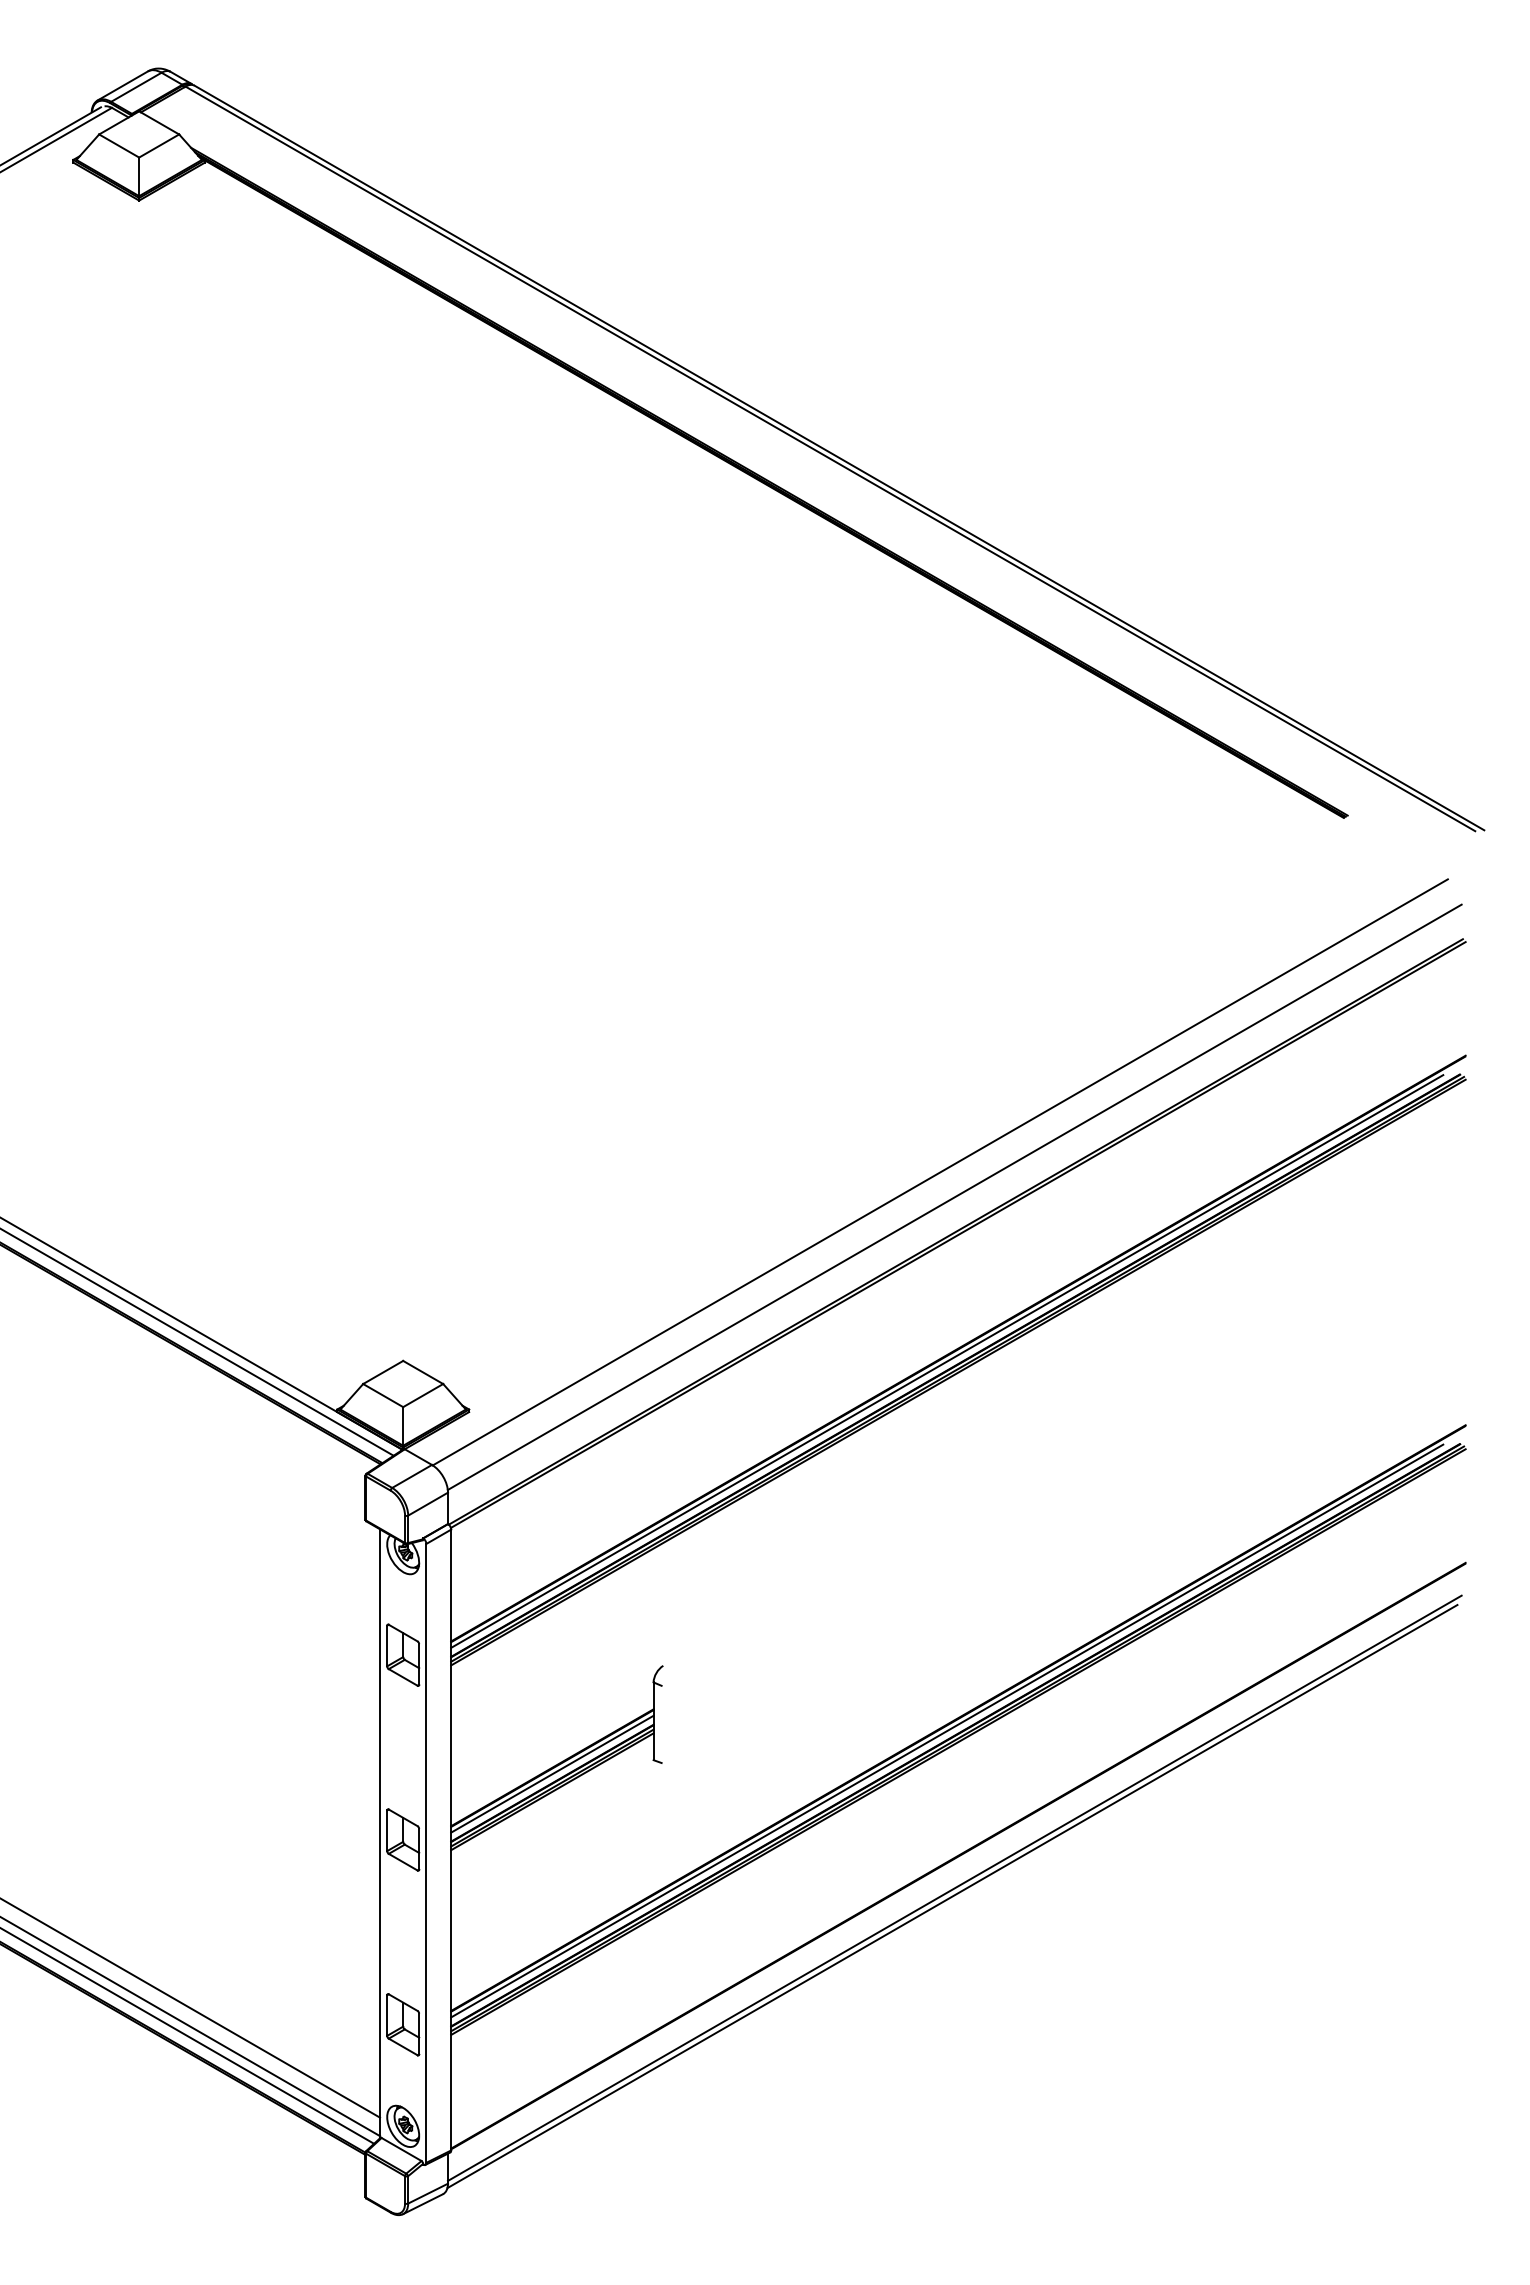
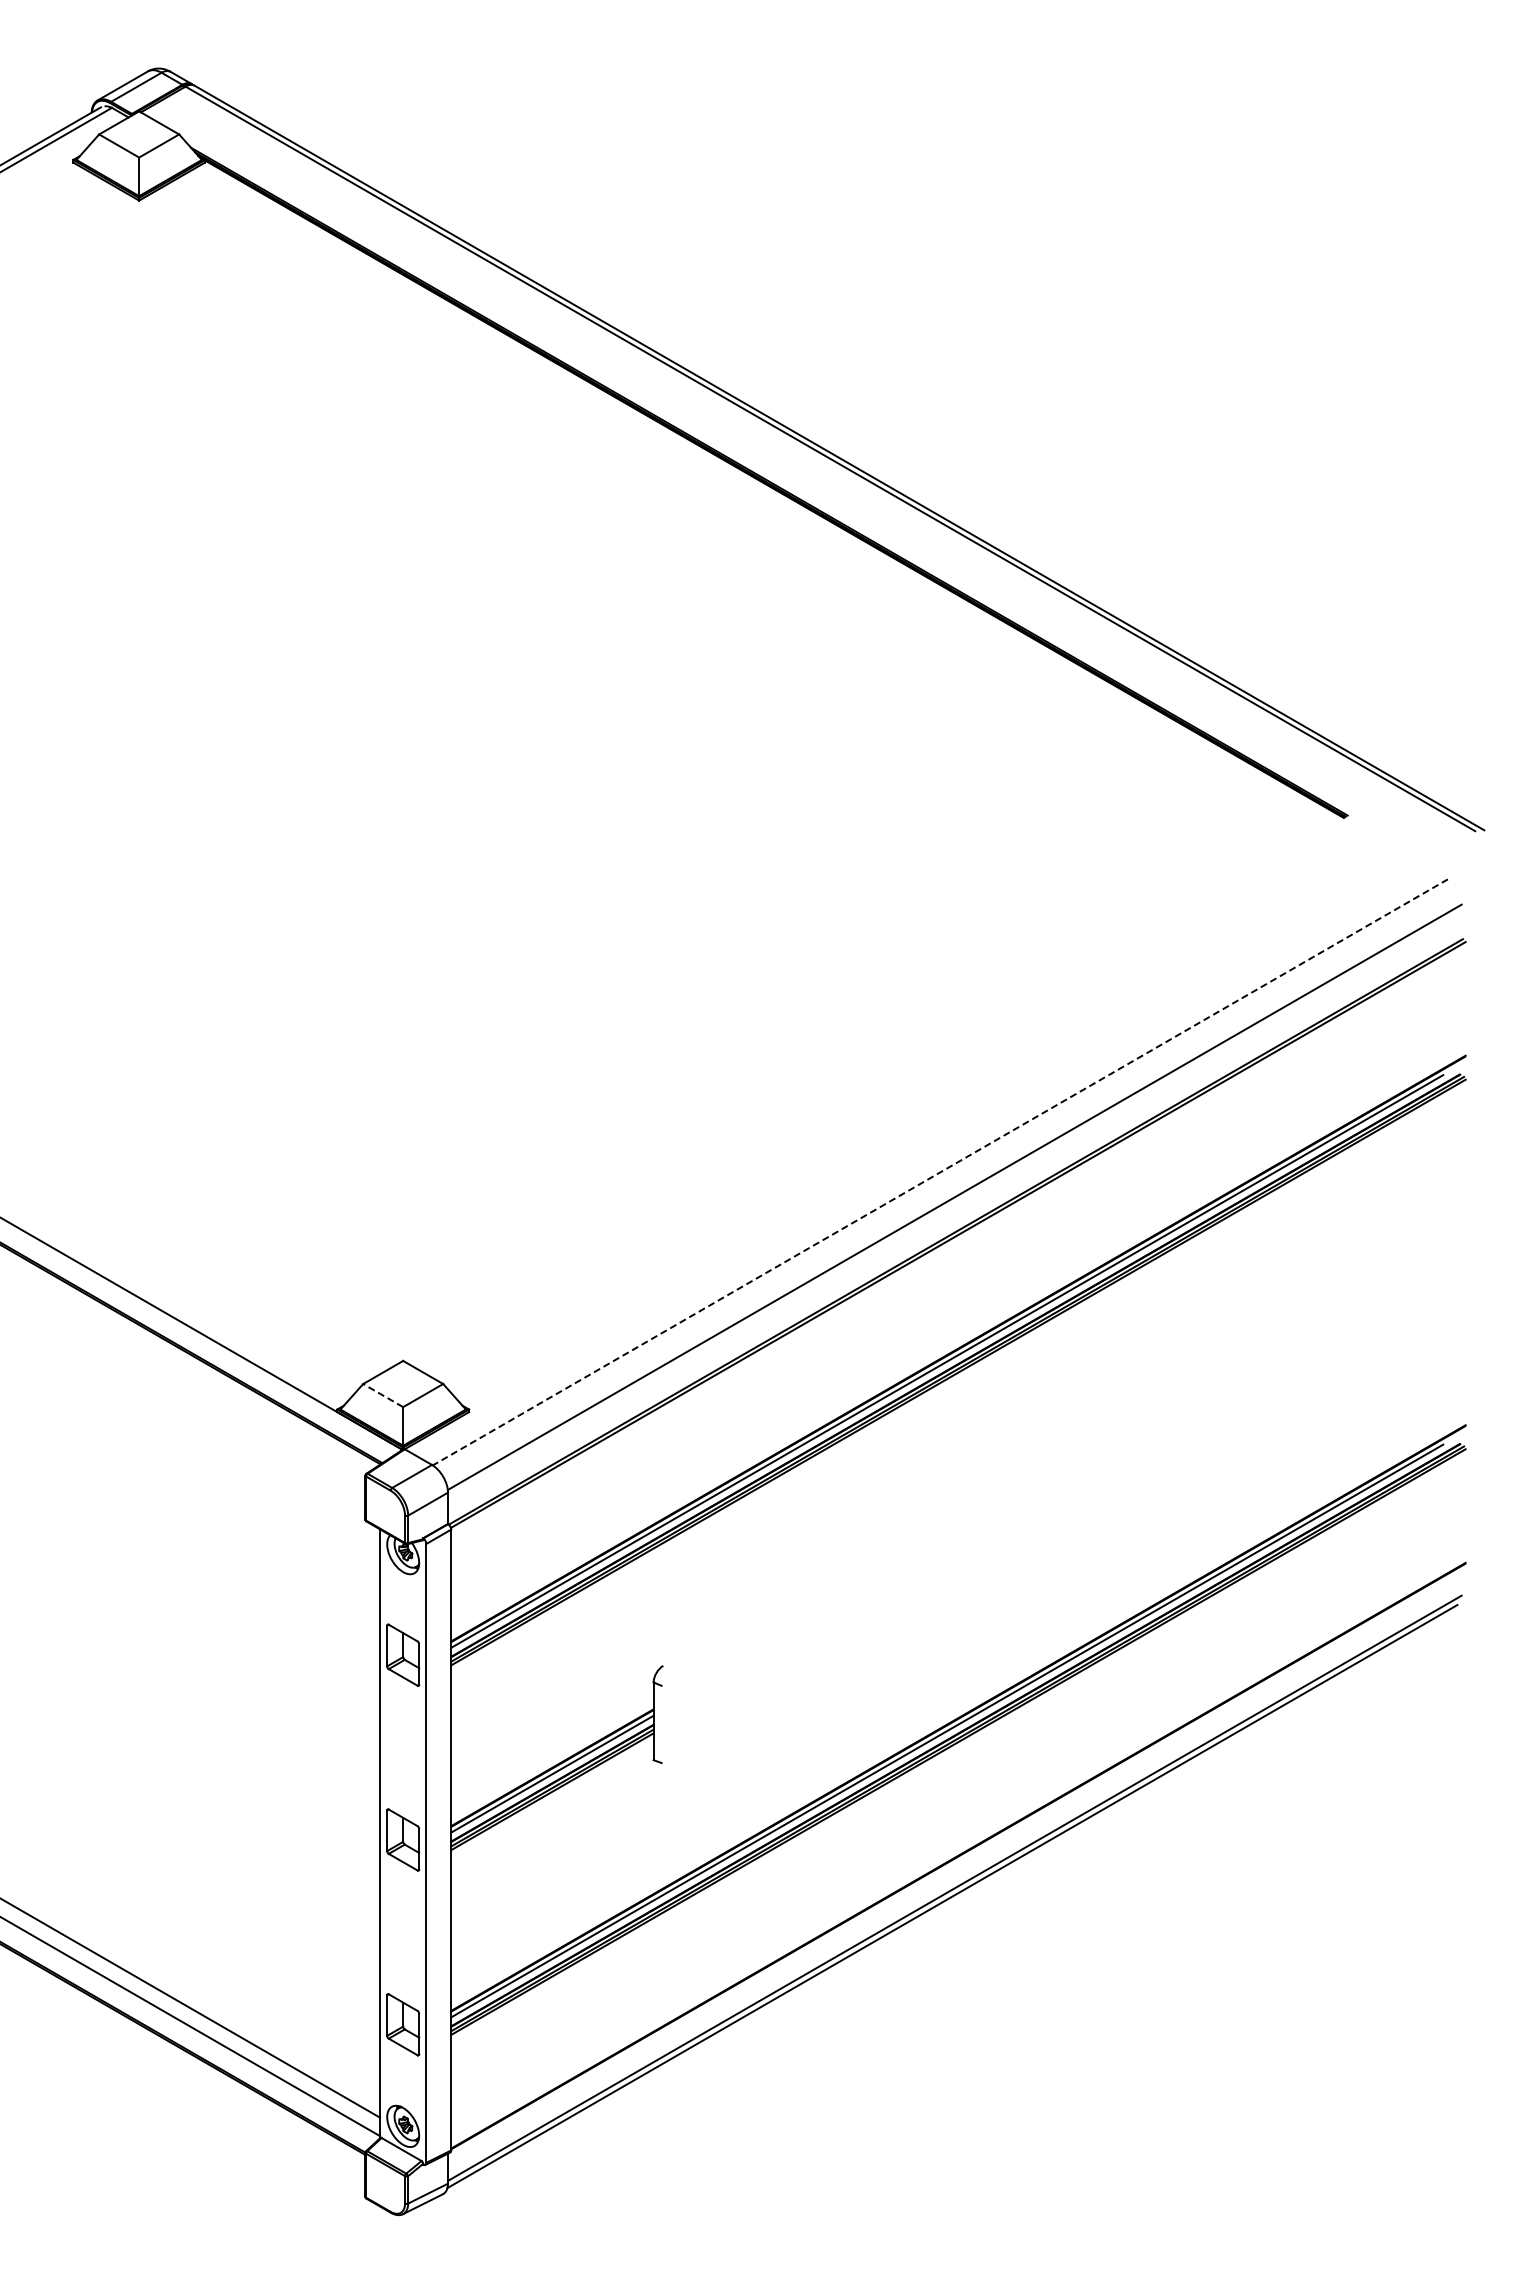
line at (939, 1172): solid -> dashed
line at (197, 1342): present -> none
line at (382, 1395): solid -> dashed
line at (188, 2036): present -> none
